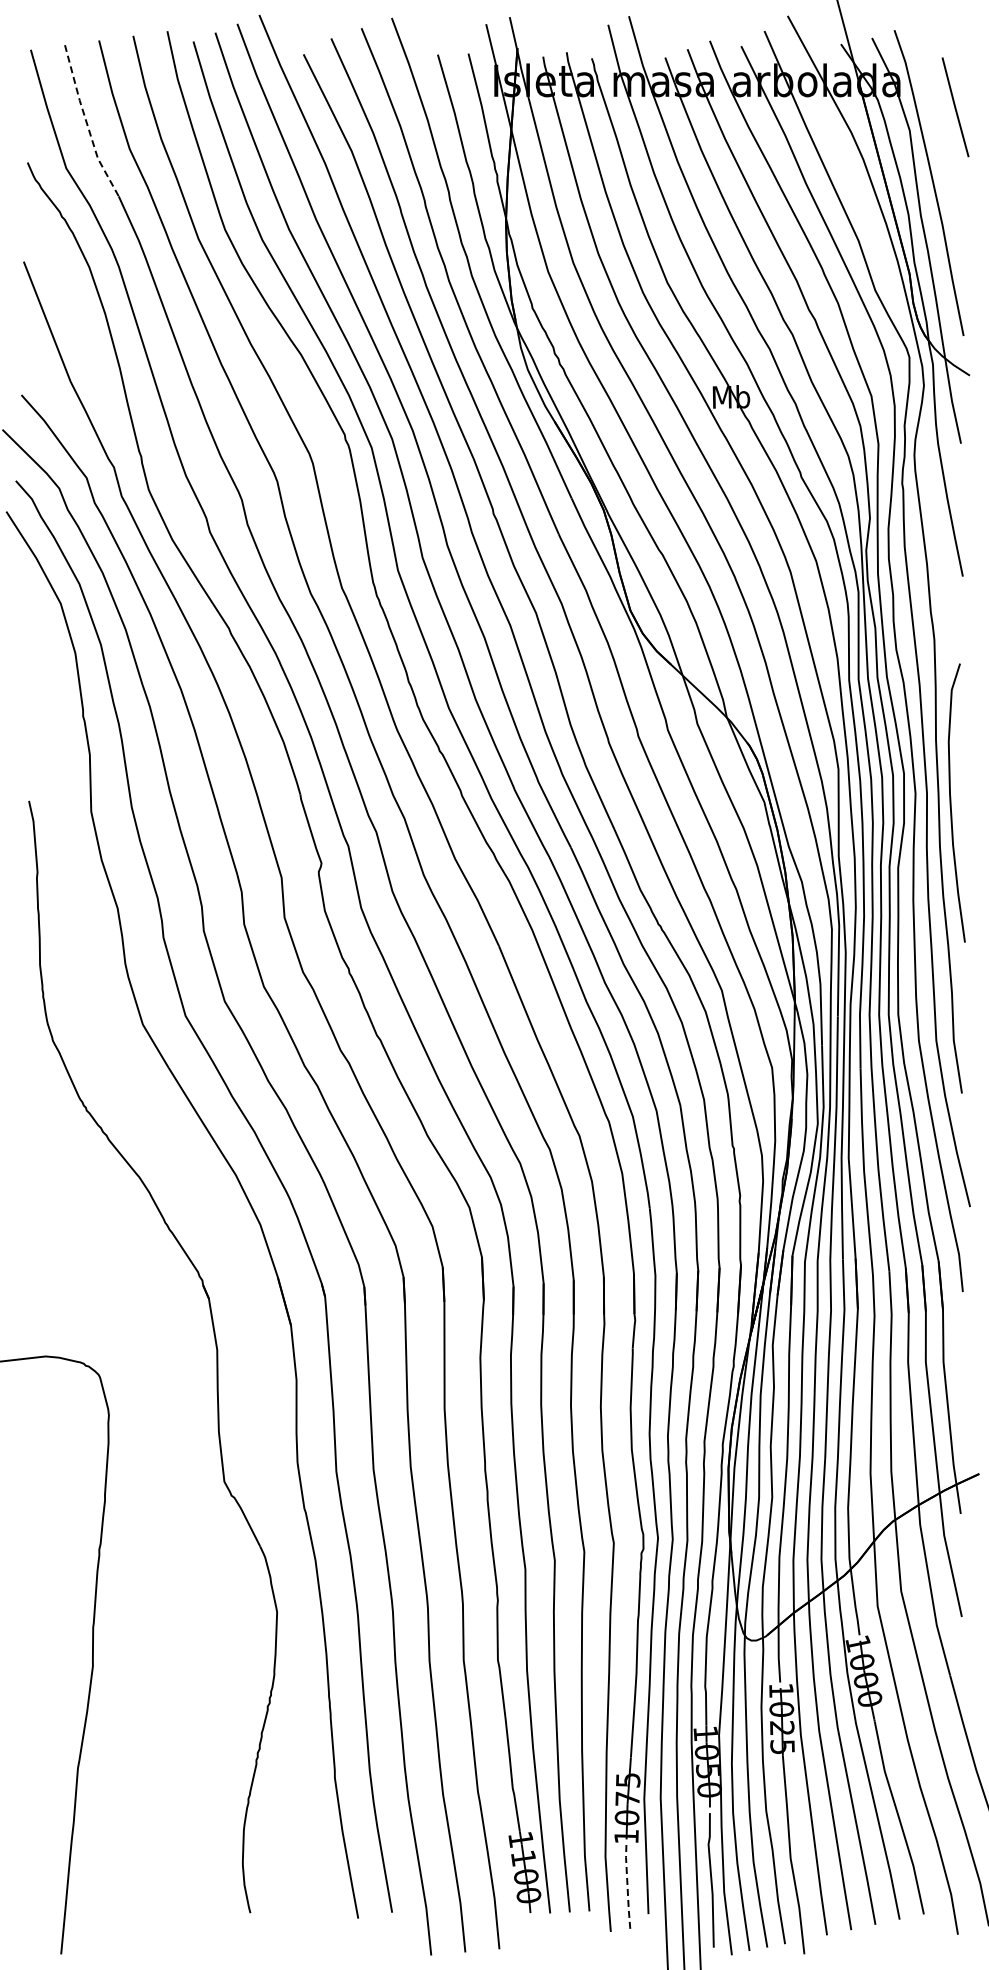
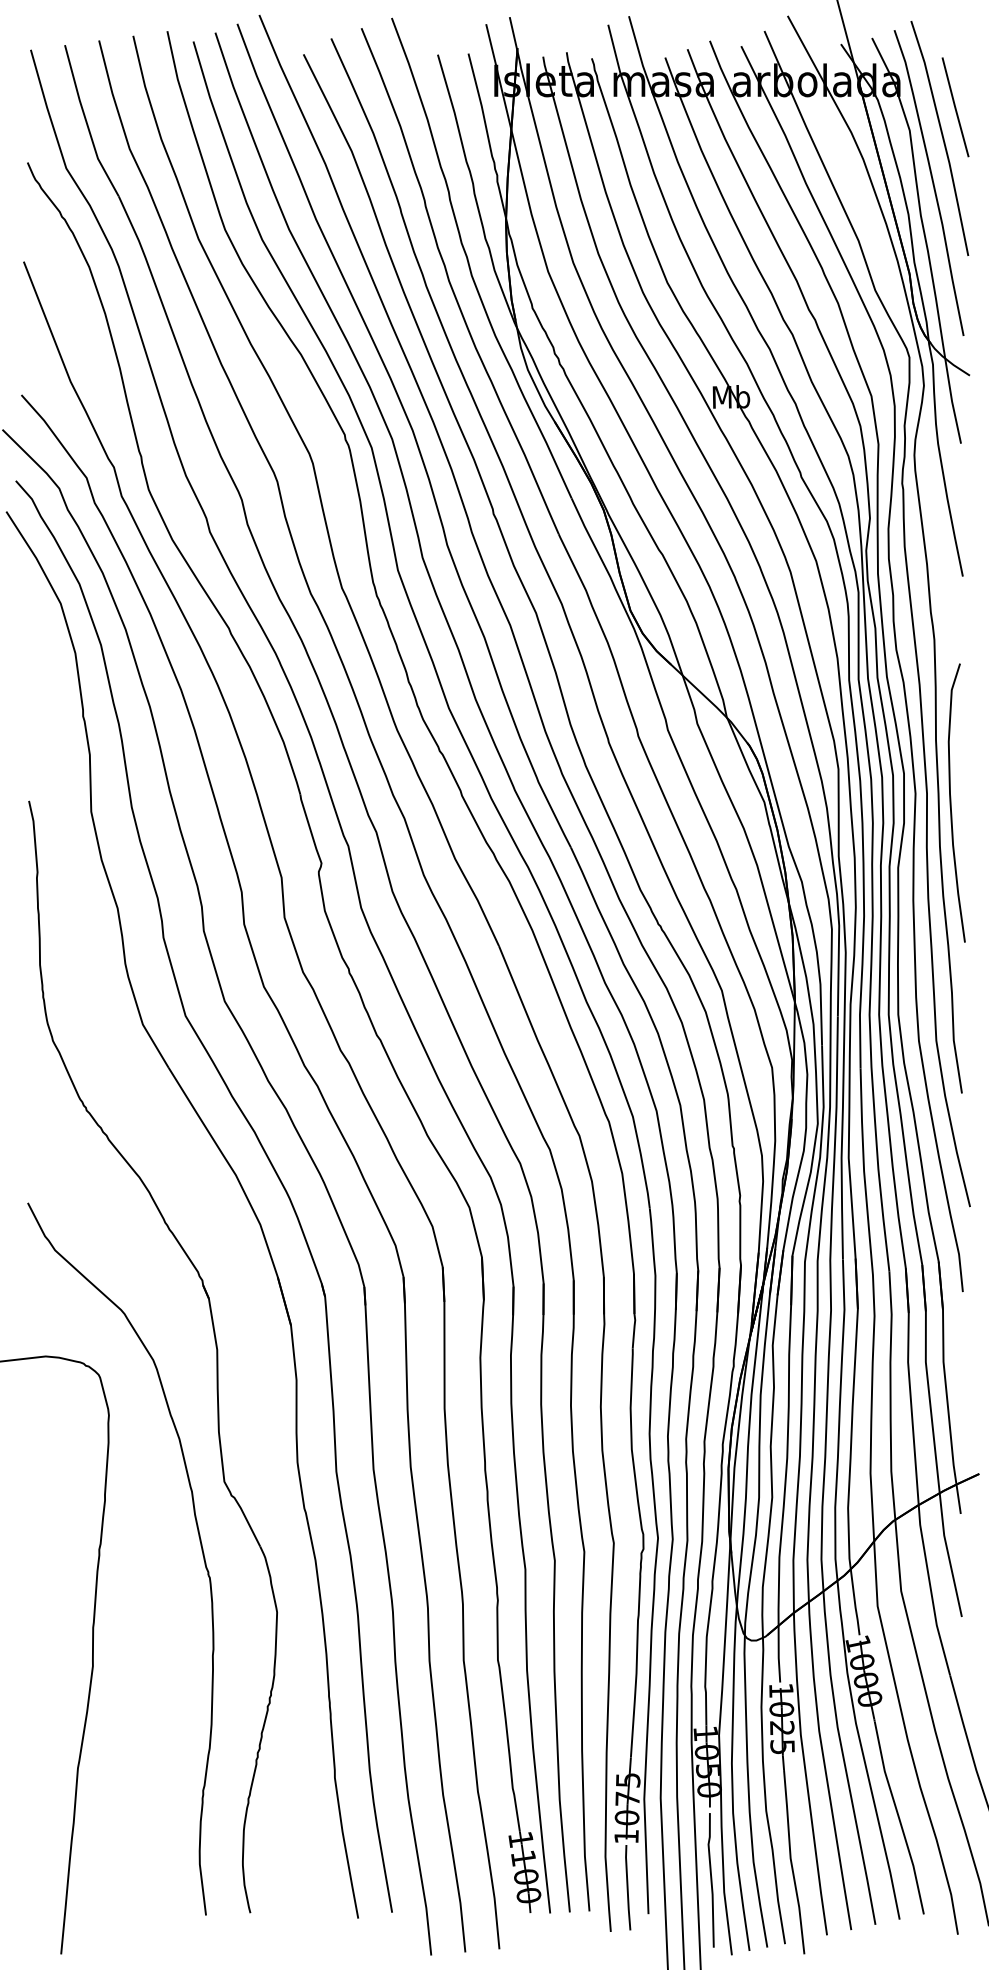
line at (86, 123): dashed -> solid
curve at (941, 136): none -> present
part at (199, 1541): none -> present
line at (627, 1887): dashed -> solid
